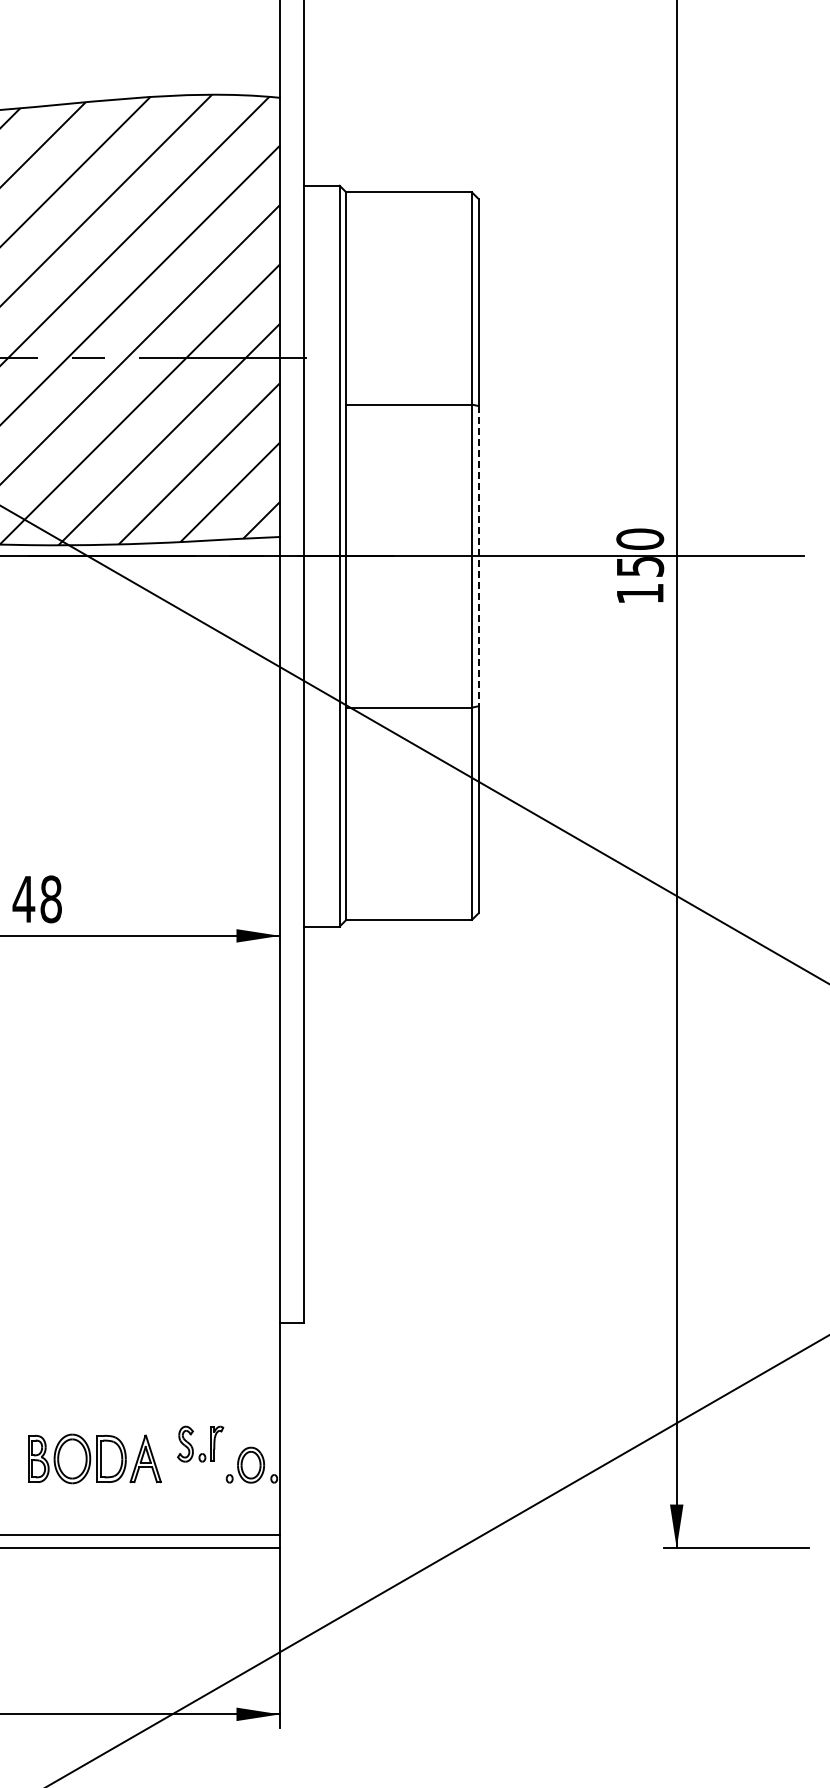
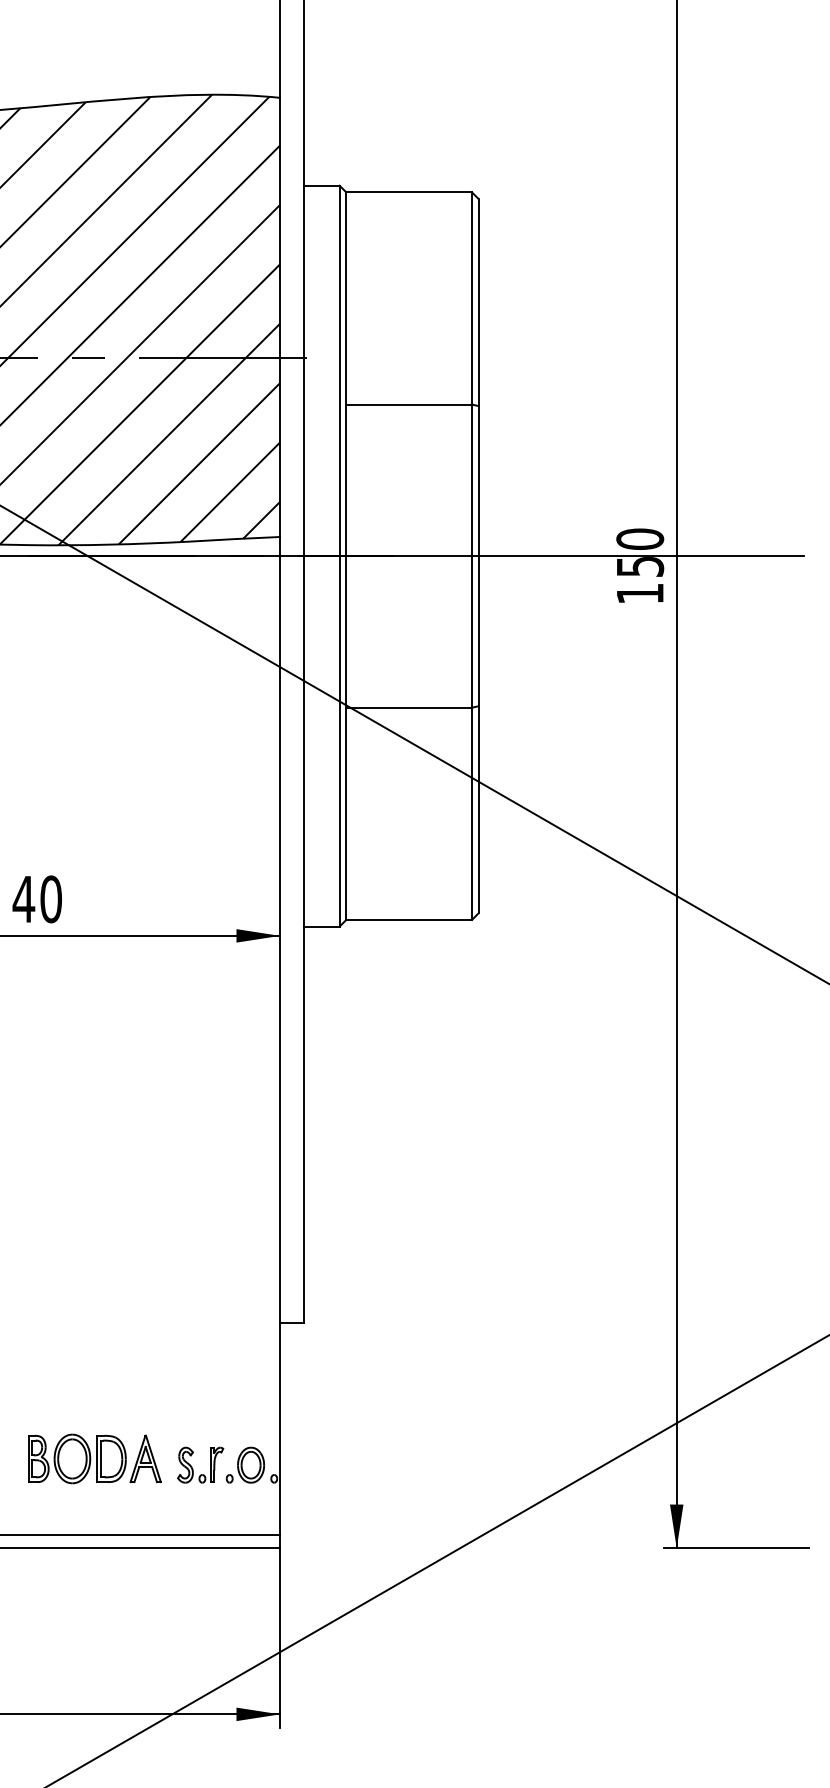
line at (478, 556): dashed -> solid
text at (50, 899): 48 -> 40
part at (193, 1447) position: (193, 1447) -> (193, 1468)
